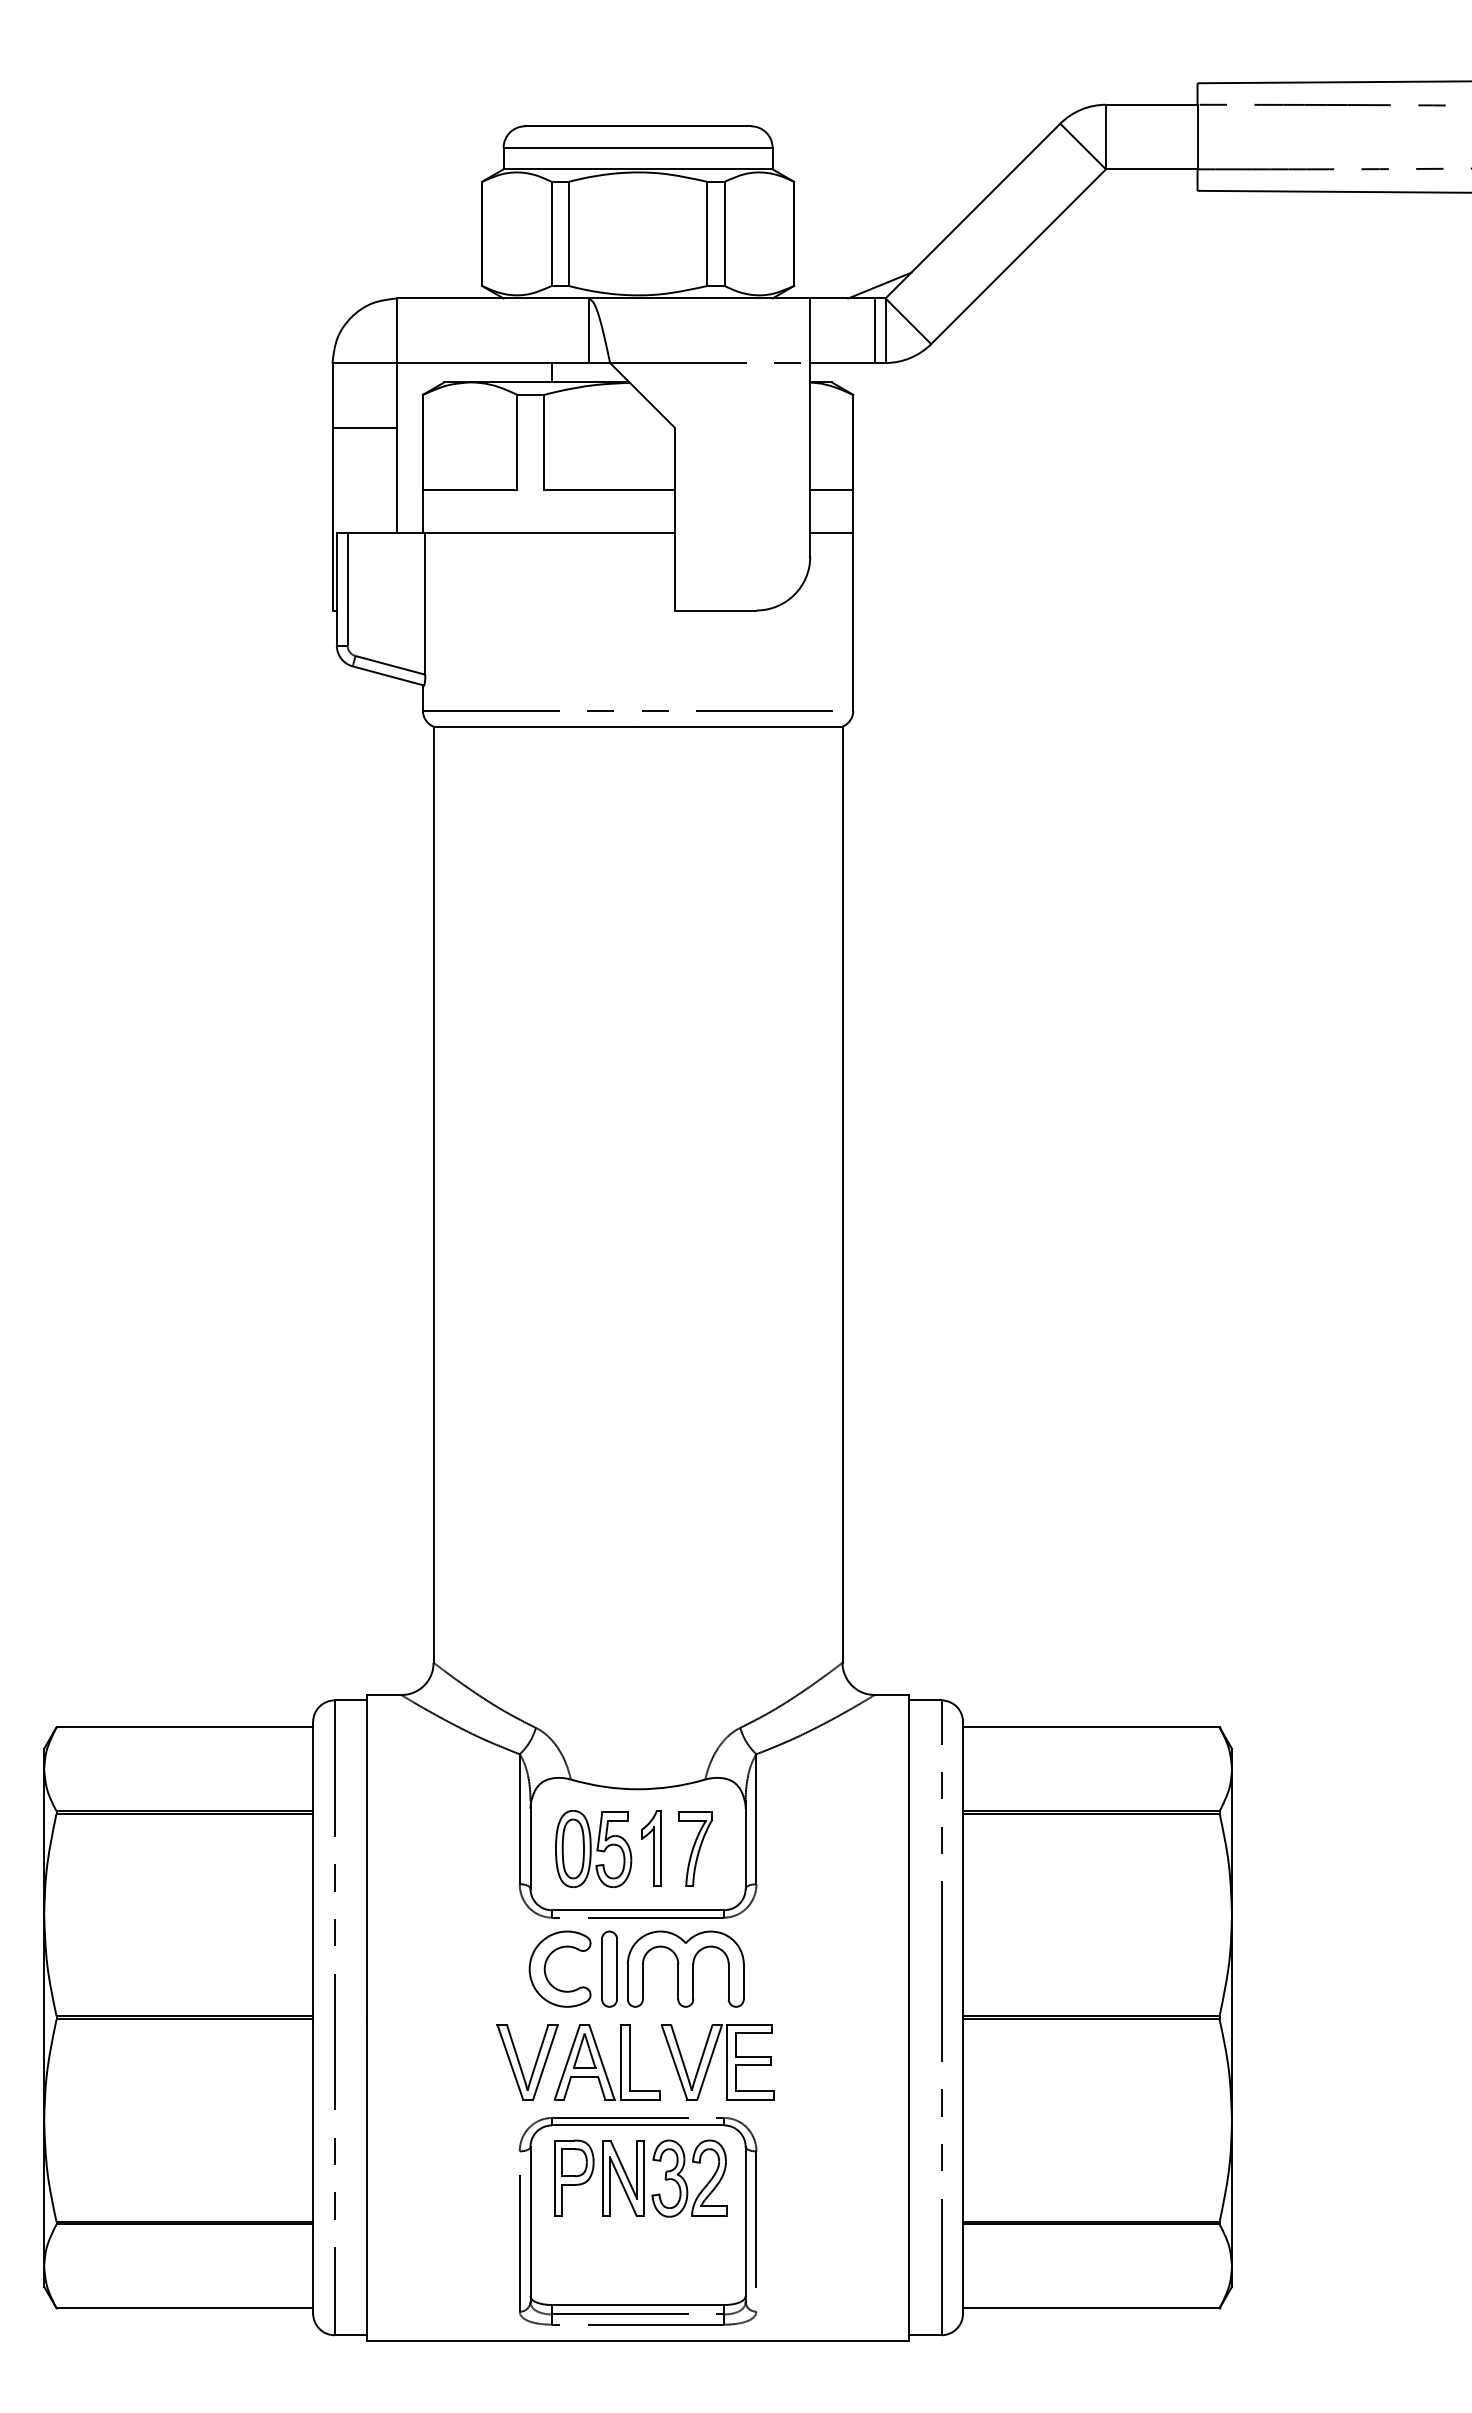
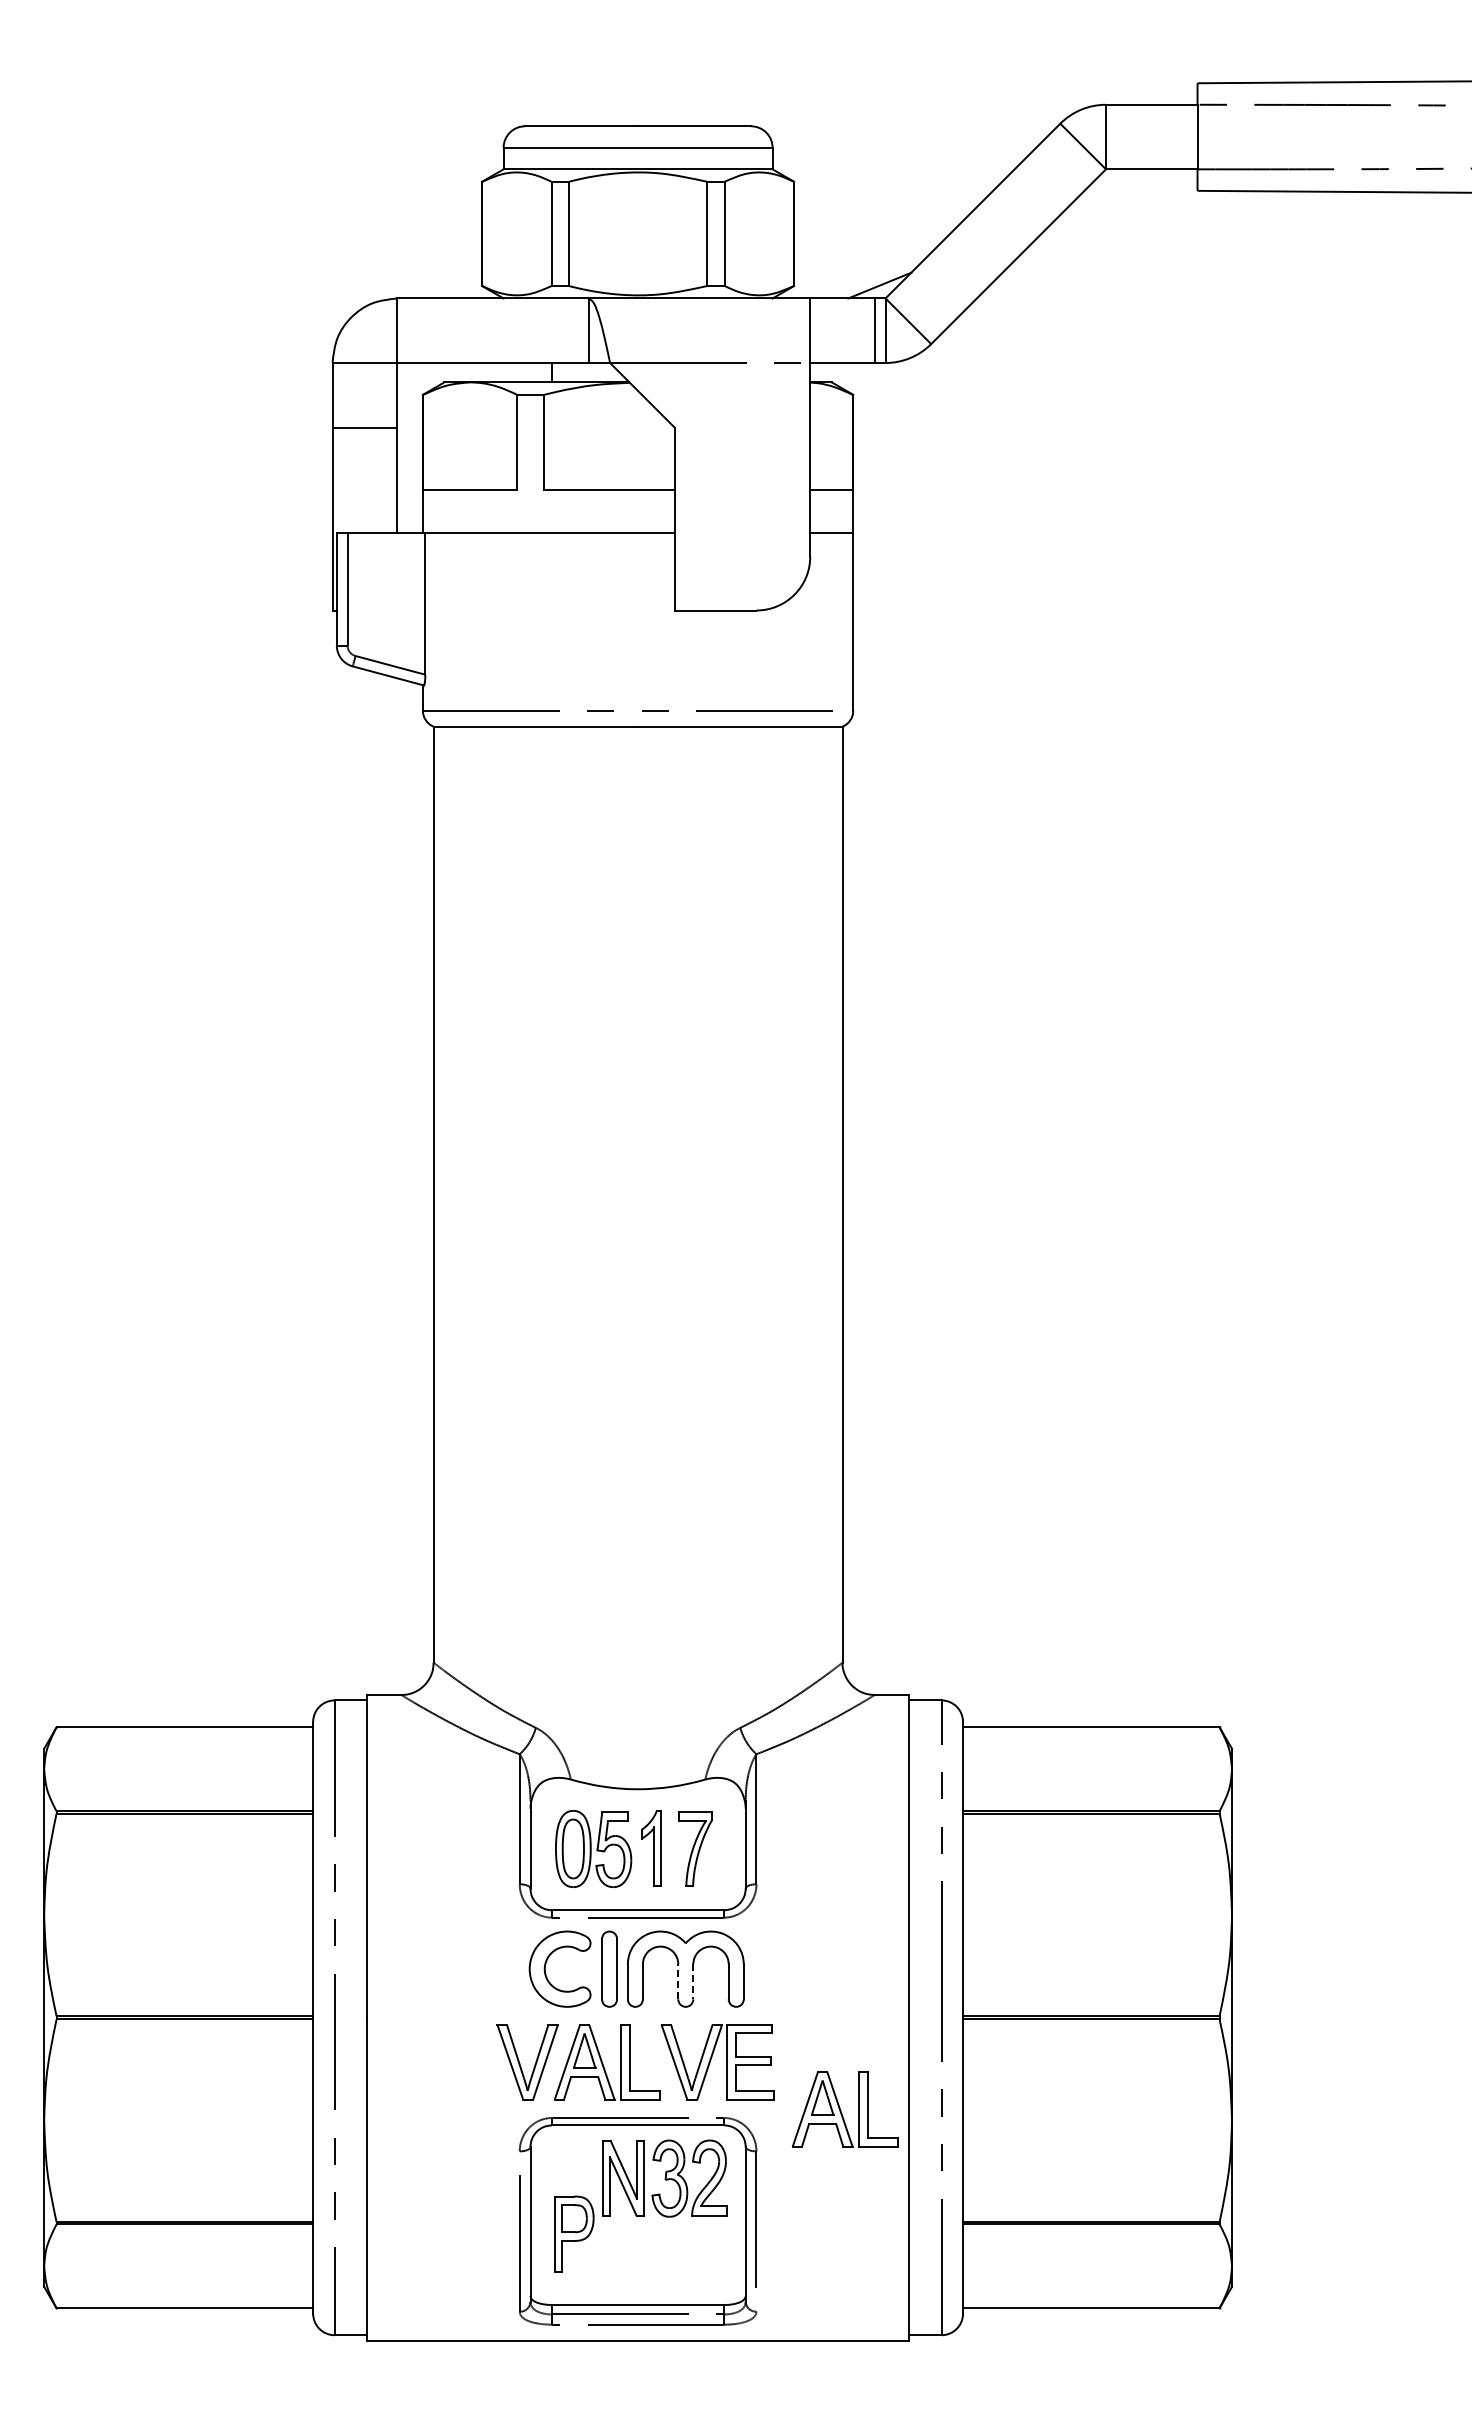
line at (678, 1981): solid -> dashed
line at (693, 1981): solid -> dashed
part at (844, 2109): none -> present
part at (574, 2177) position: (574, 2177) -> (574, 2233)
